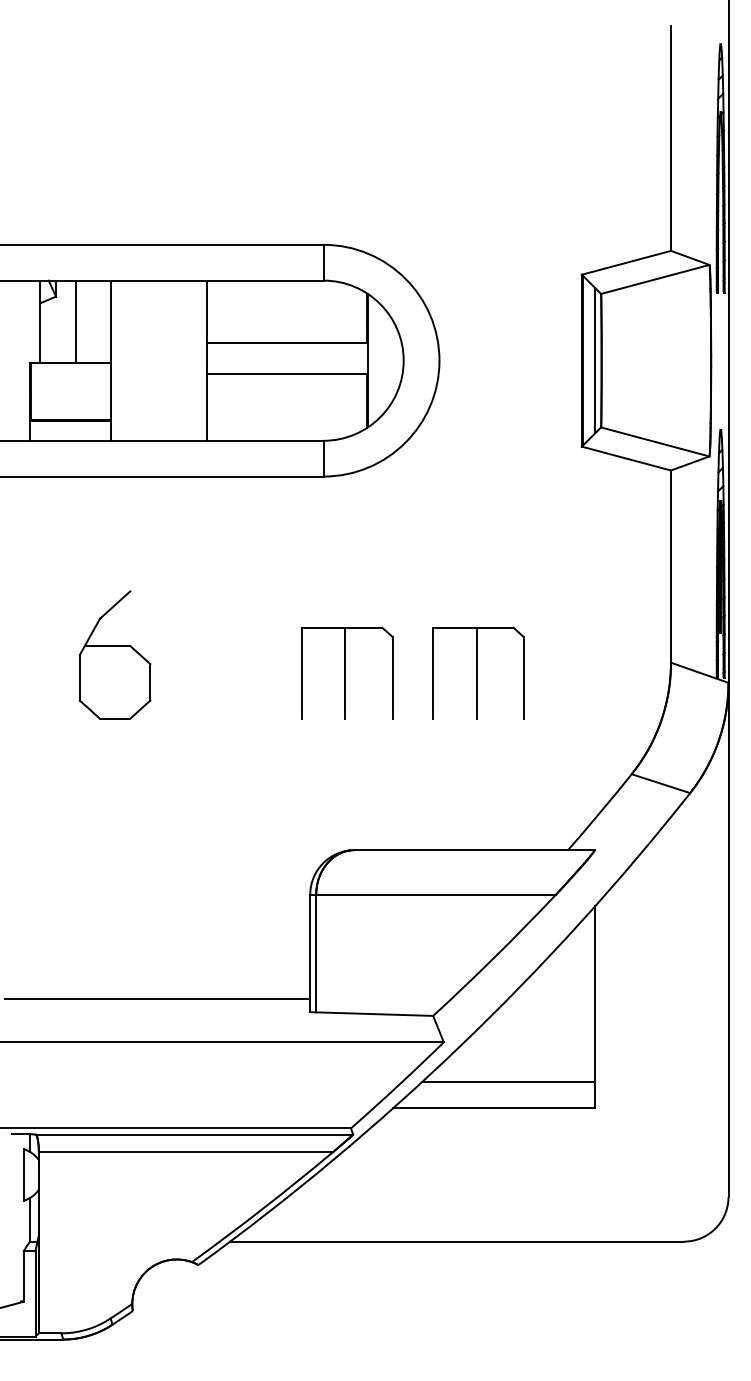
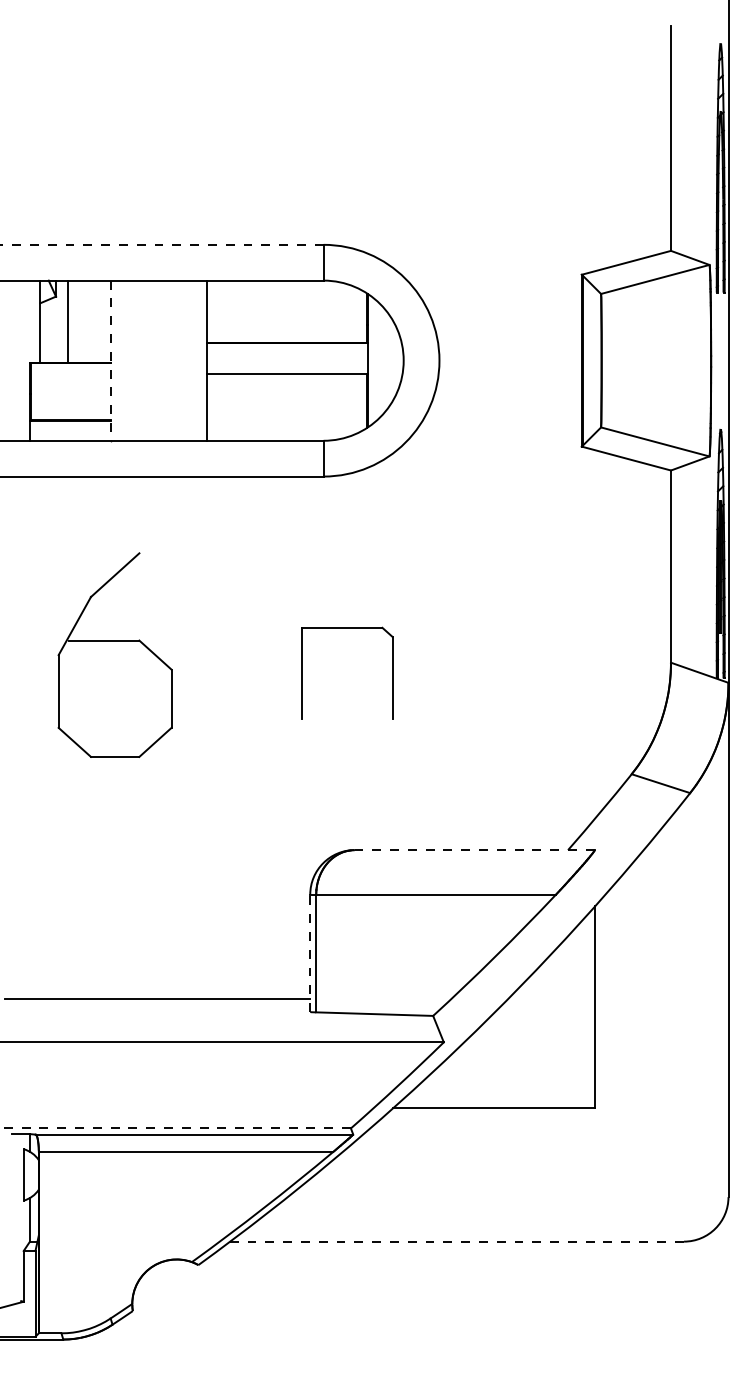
line at (161, 244): solid -> dashed
line at (75, 321) position: (75, 321) -> (67, 321)
line at (595, 360): present -> none
line at (111, 361): solid -> dashed
part at (114, 654) size: 74x130 px -> 116x206 px
line at (345, 672): present -> none
part at (478, 672): present -> none
line at (474, 850): solid -> dashed
line at (310, 953): solid -> dashed
line at (508, 1081): present -> none
line at (175, 1128): solid -> dashed
line at (457, 1241): solid -> dashed
